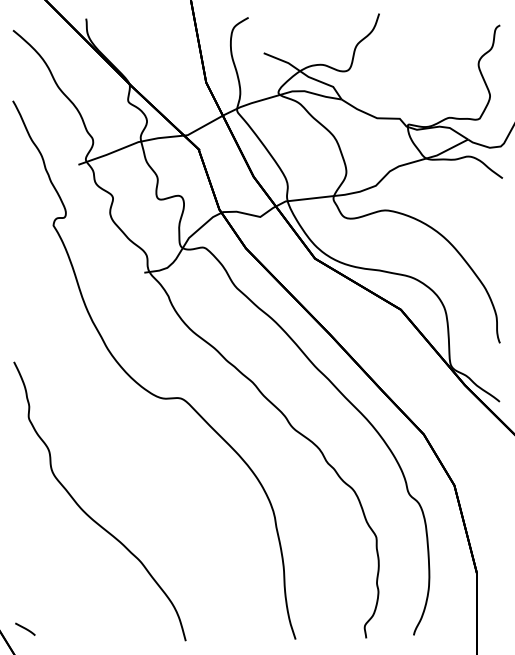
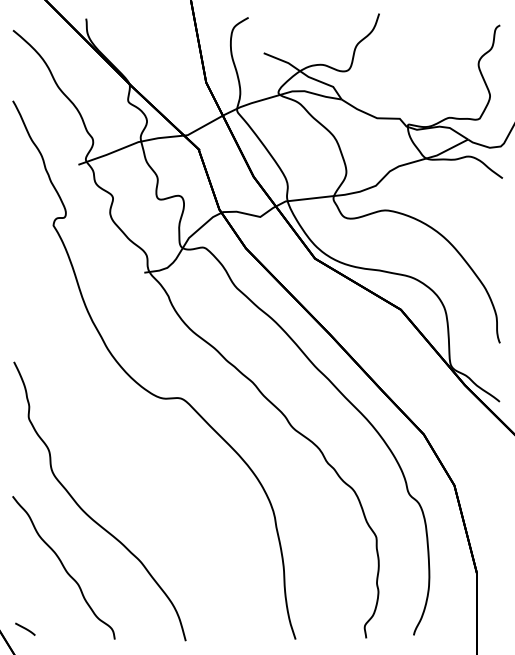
curve at (63, 567): none -> present
